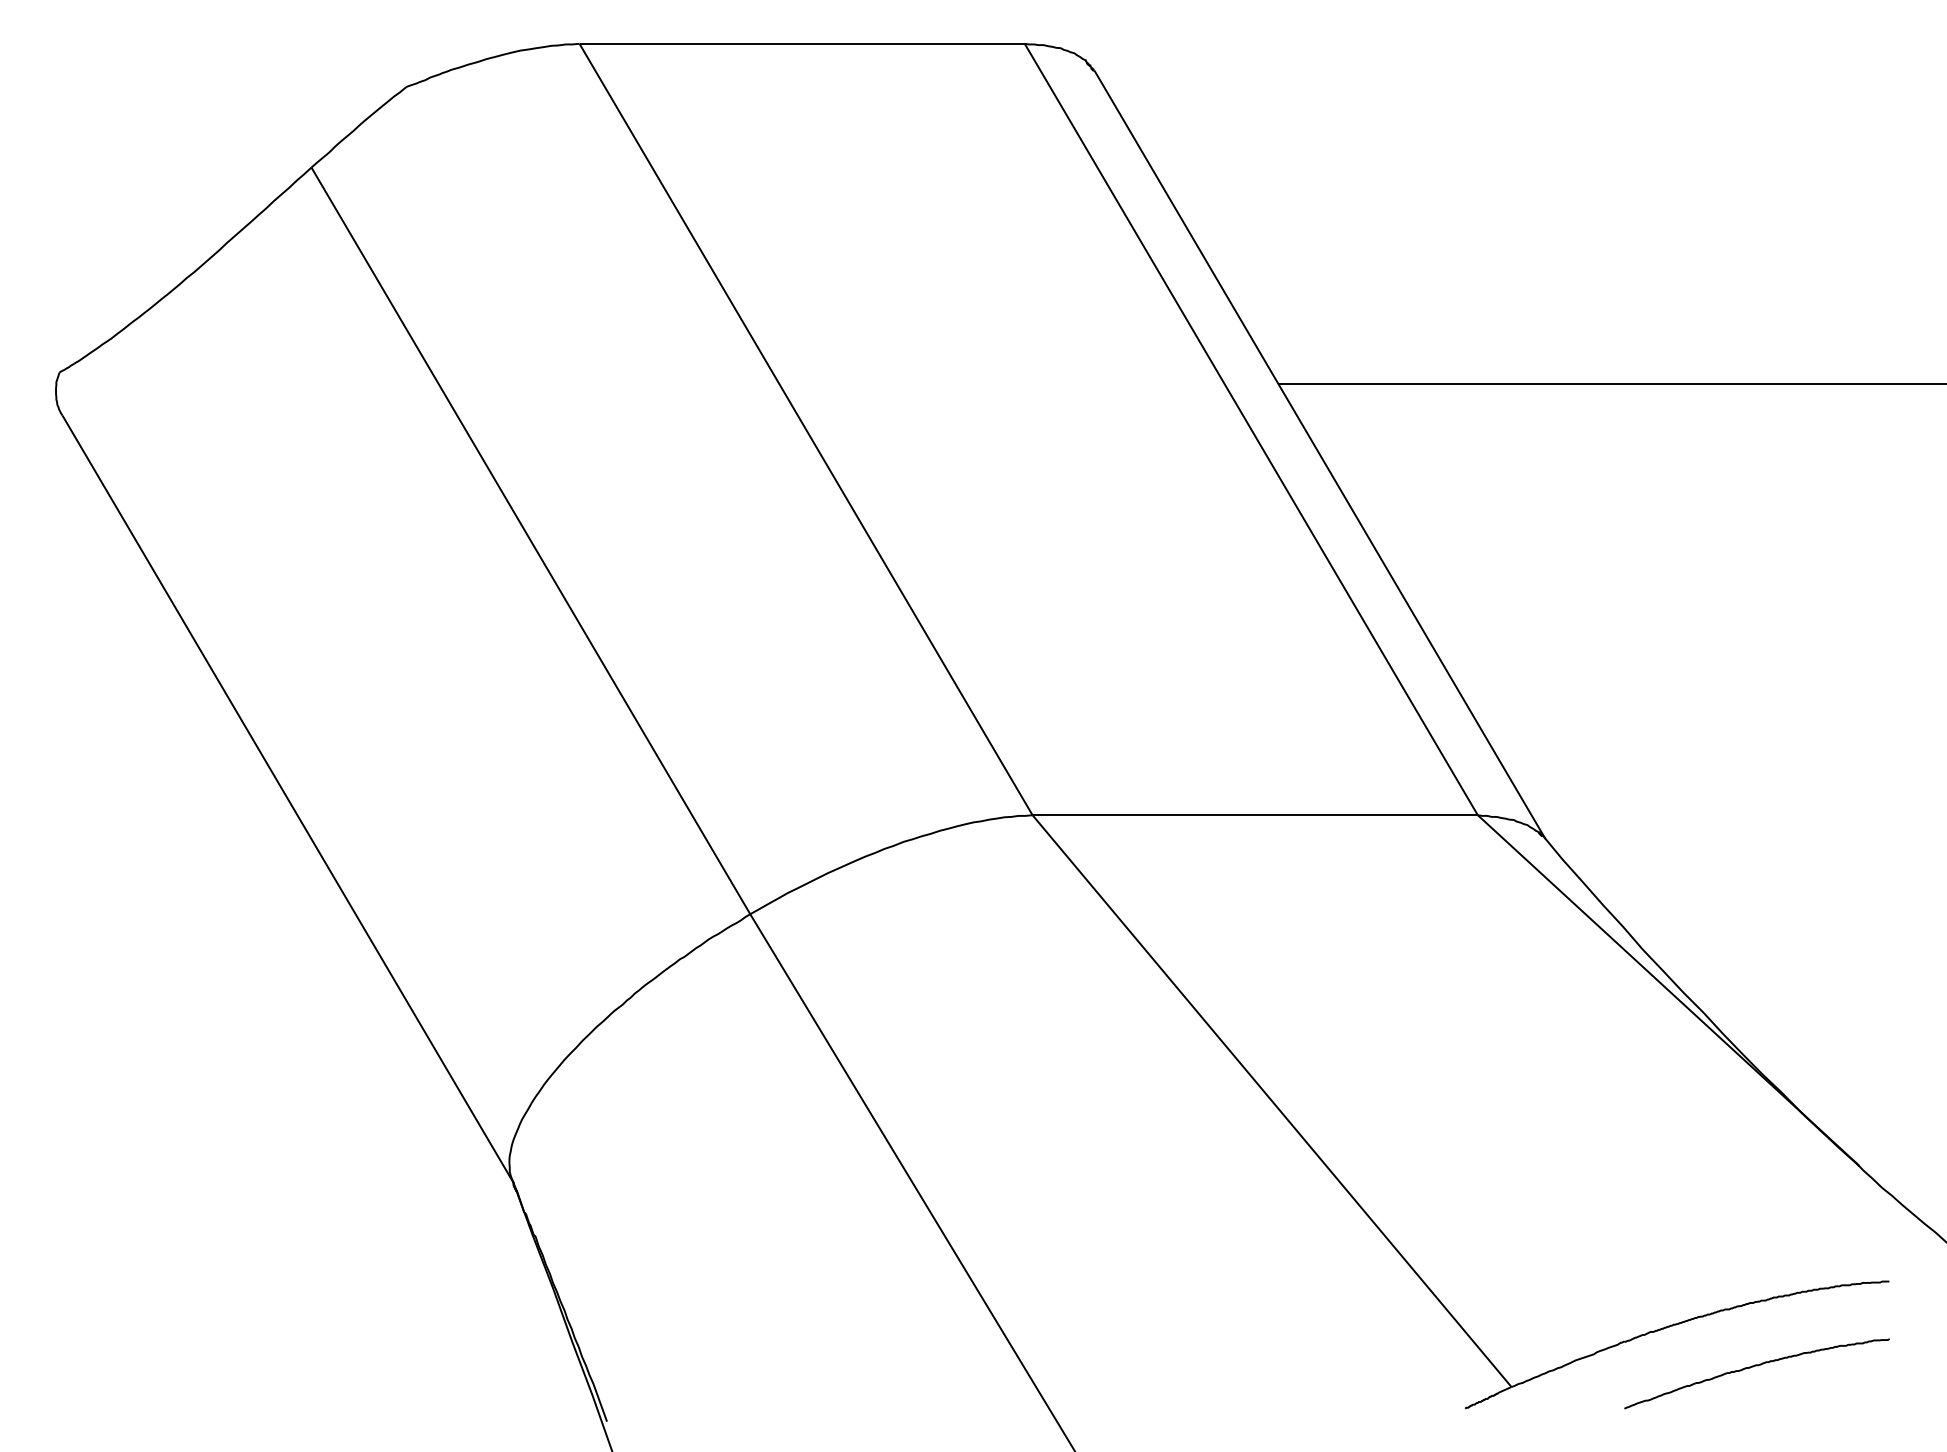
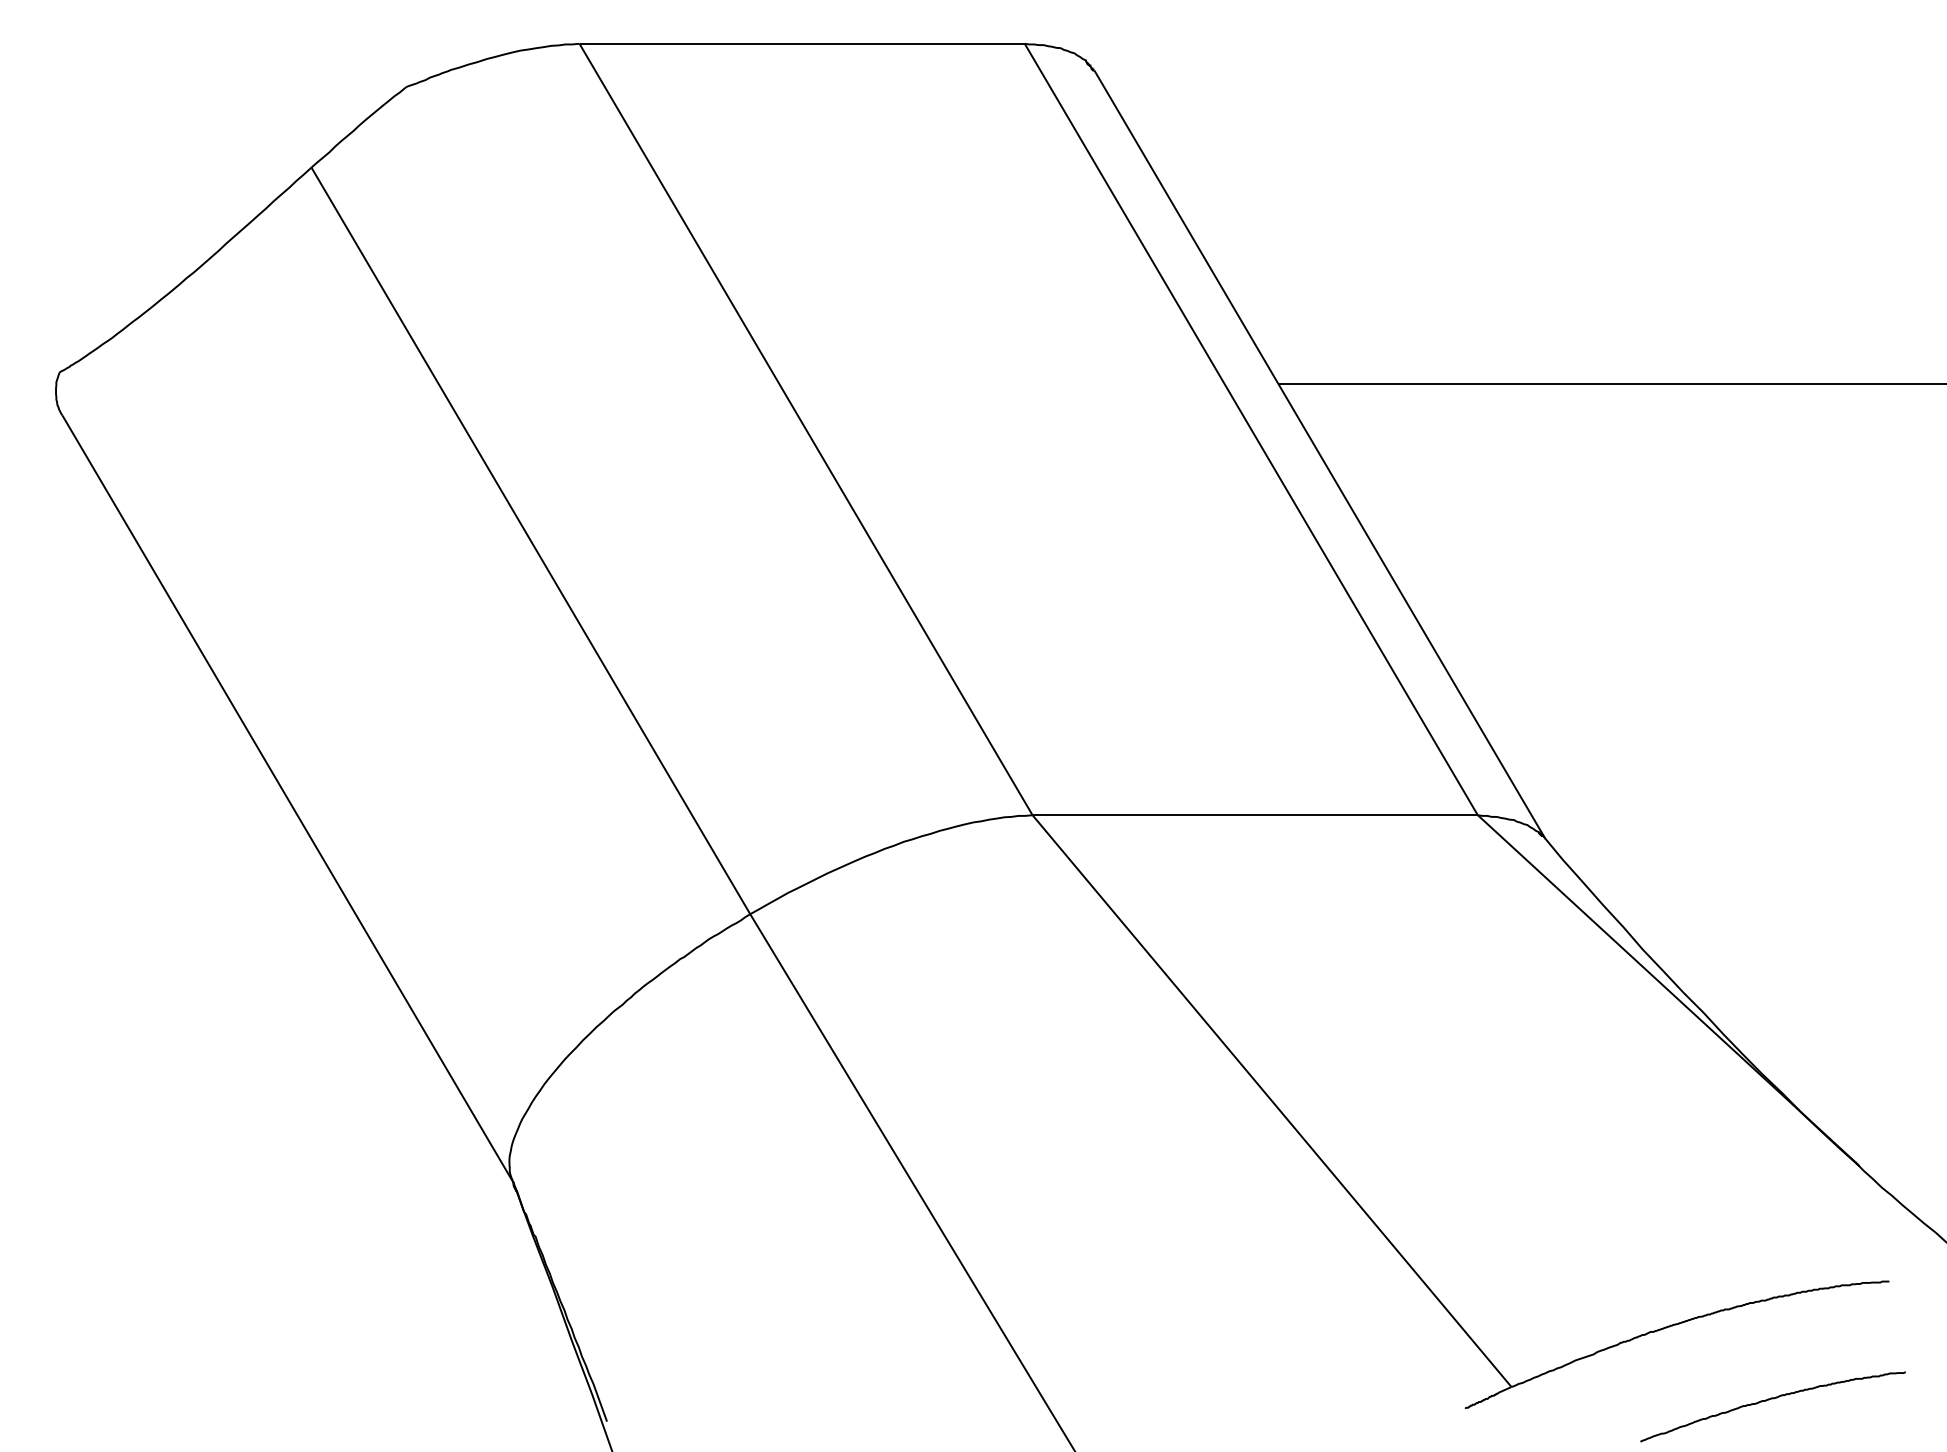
curve at (1753, 1367) position: (1753, 1367) -> (1769, 1400)
